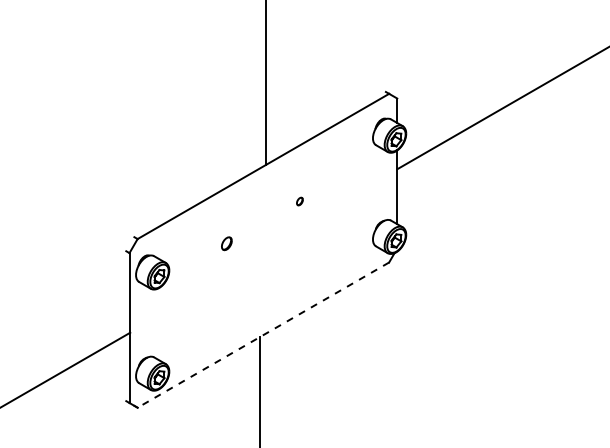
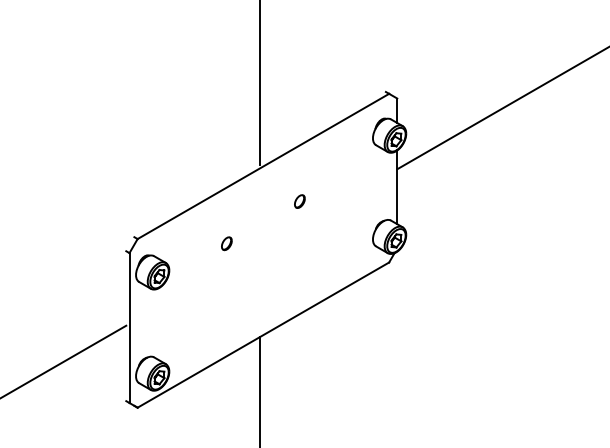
line at (266, 83) position: (266, 83) -> (260, 83)
part at (299, 201) size: 8x11 px -> 12x15 px
line at (262, 335): dashed -> solid
line at (66, 369) position: (66, 369) -> (64, 361)
